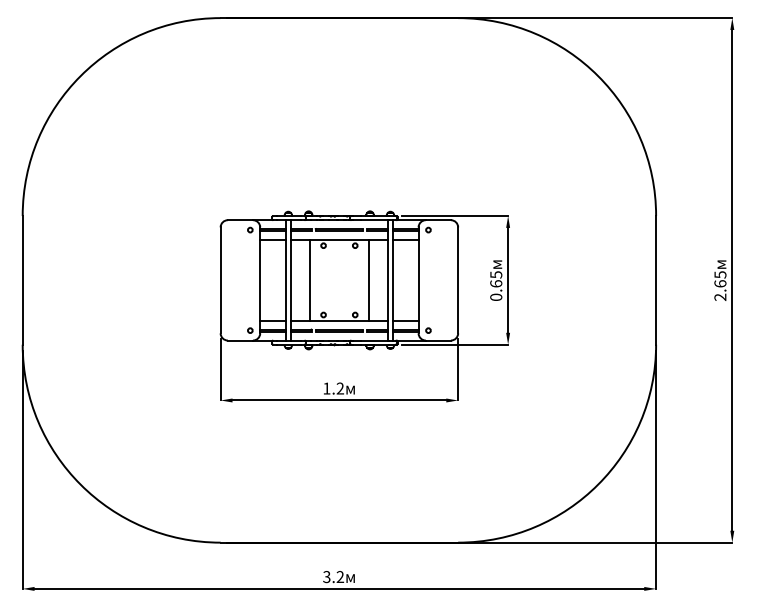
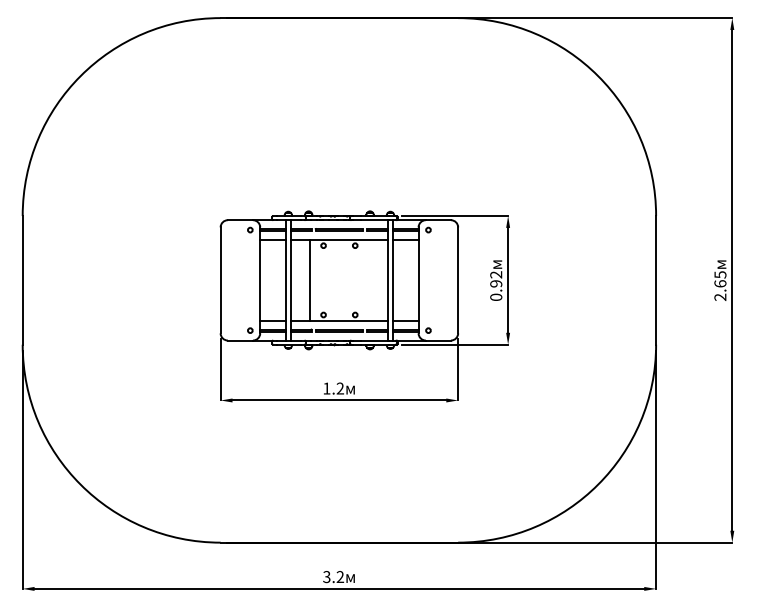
text at (496, 279): 0.65 -> 0.92
line at (369, 280): present -> none
